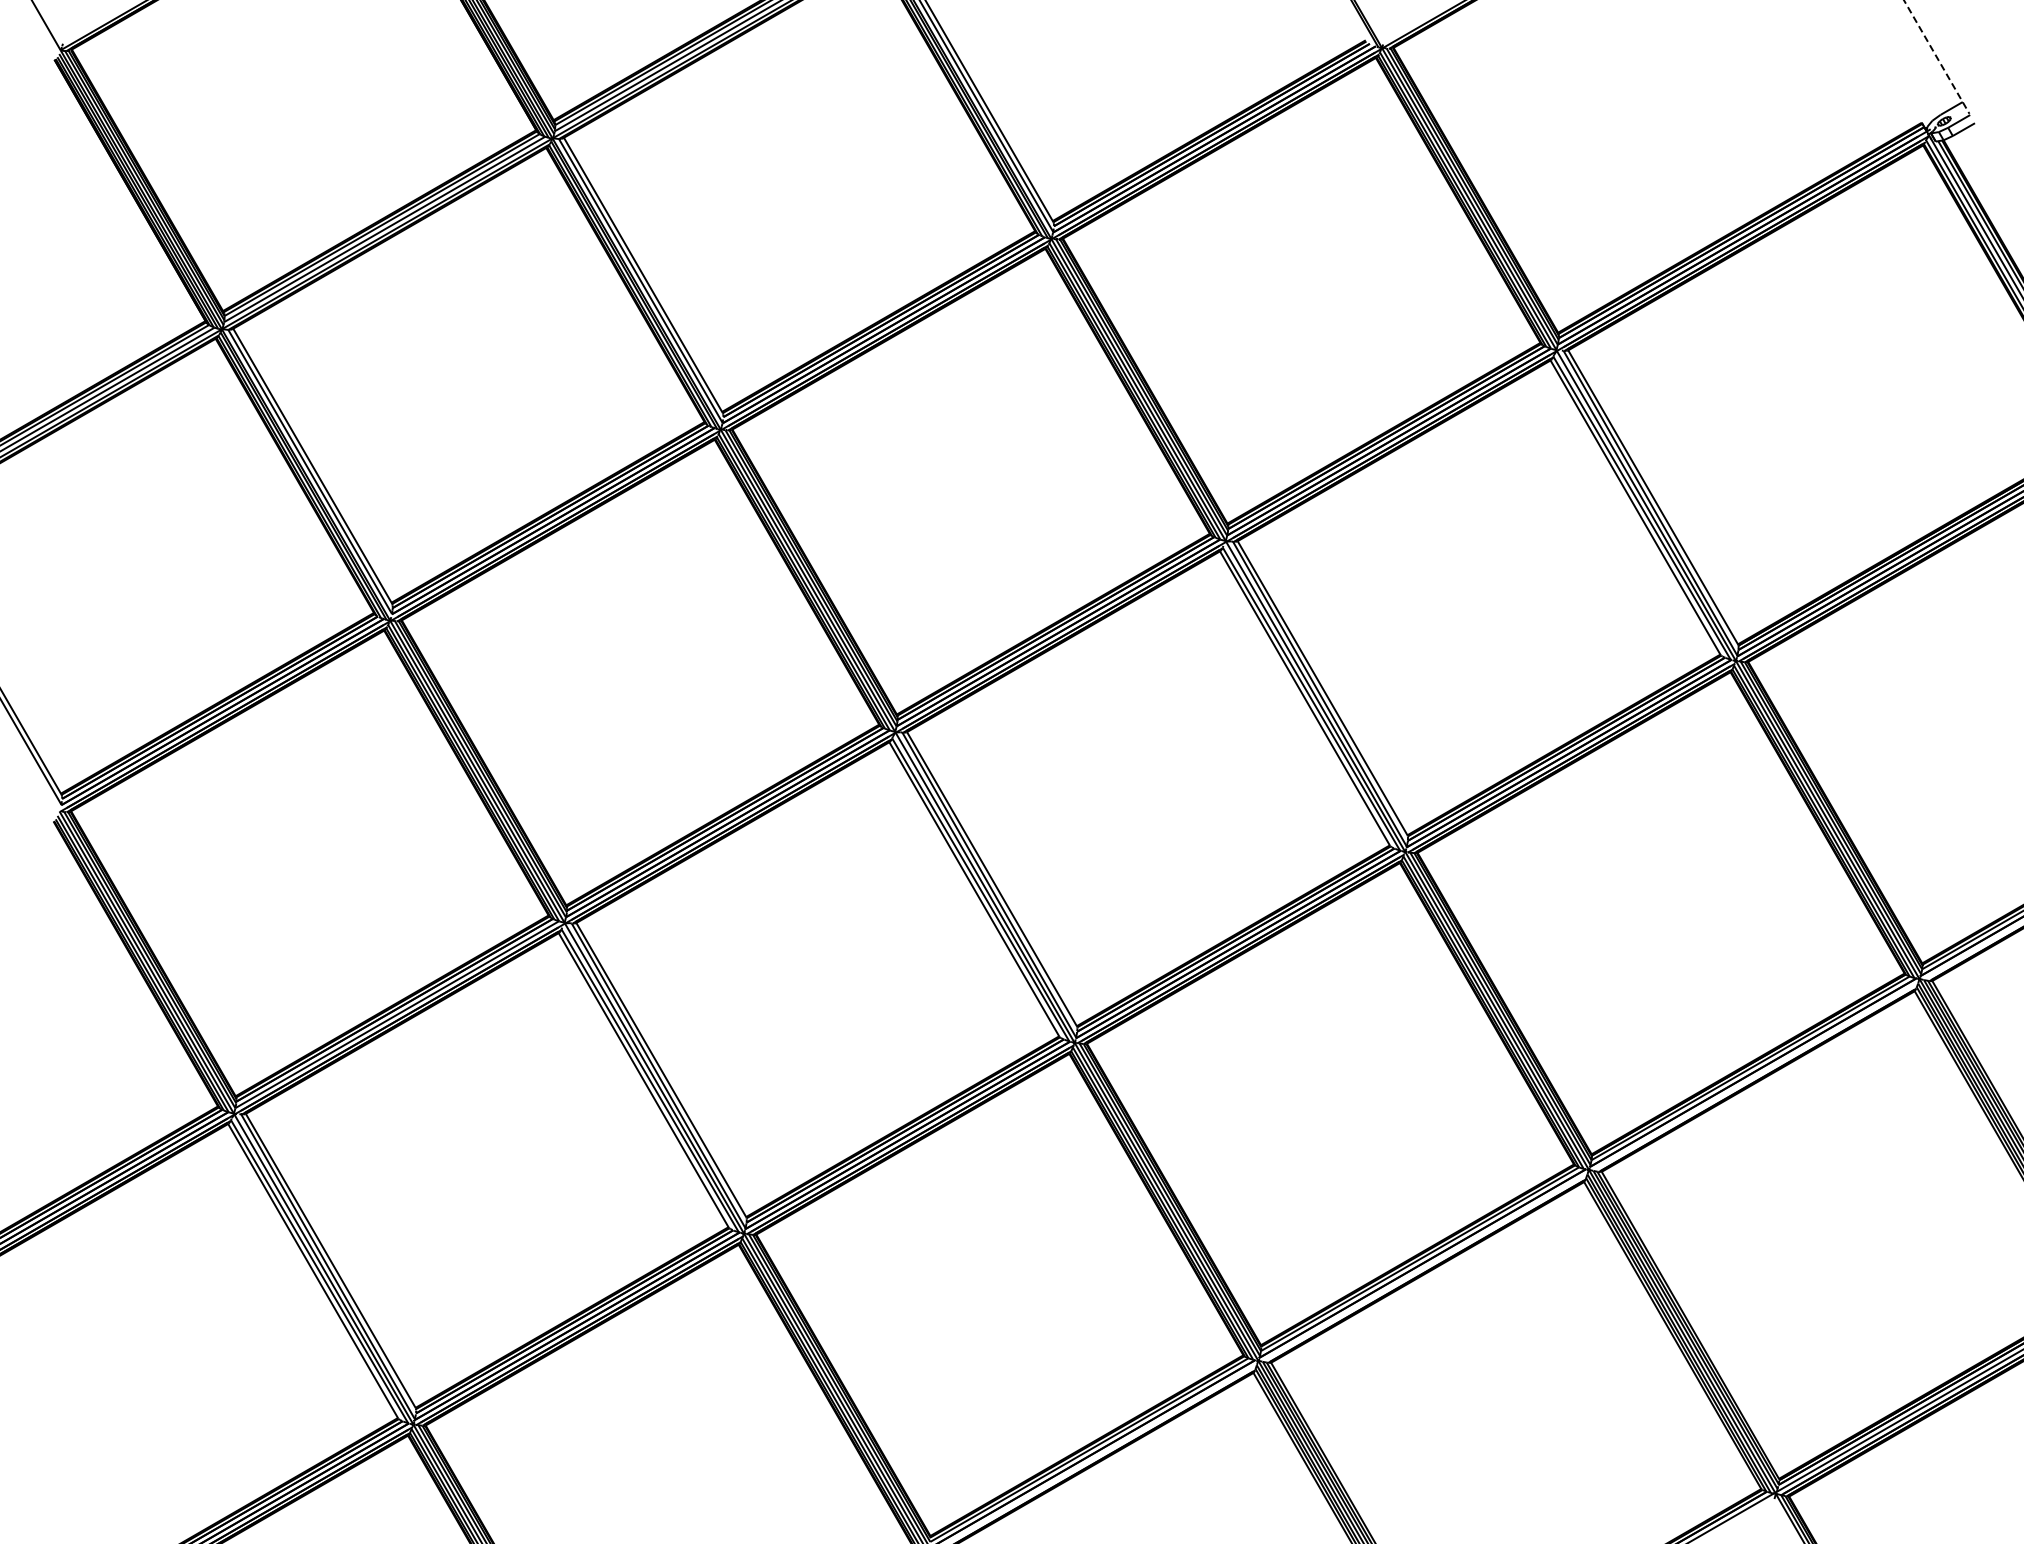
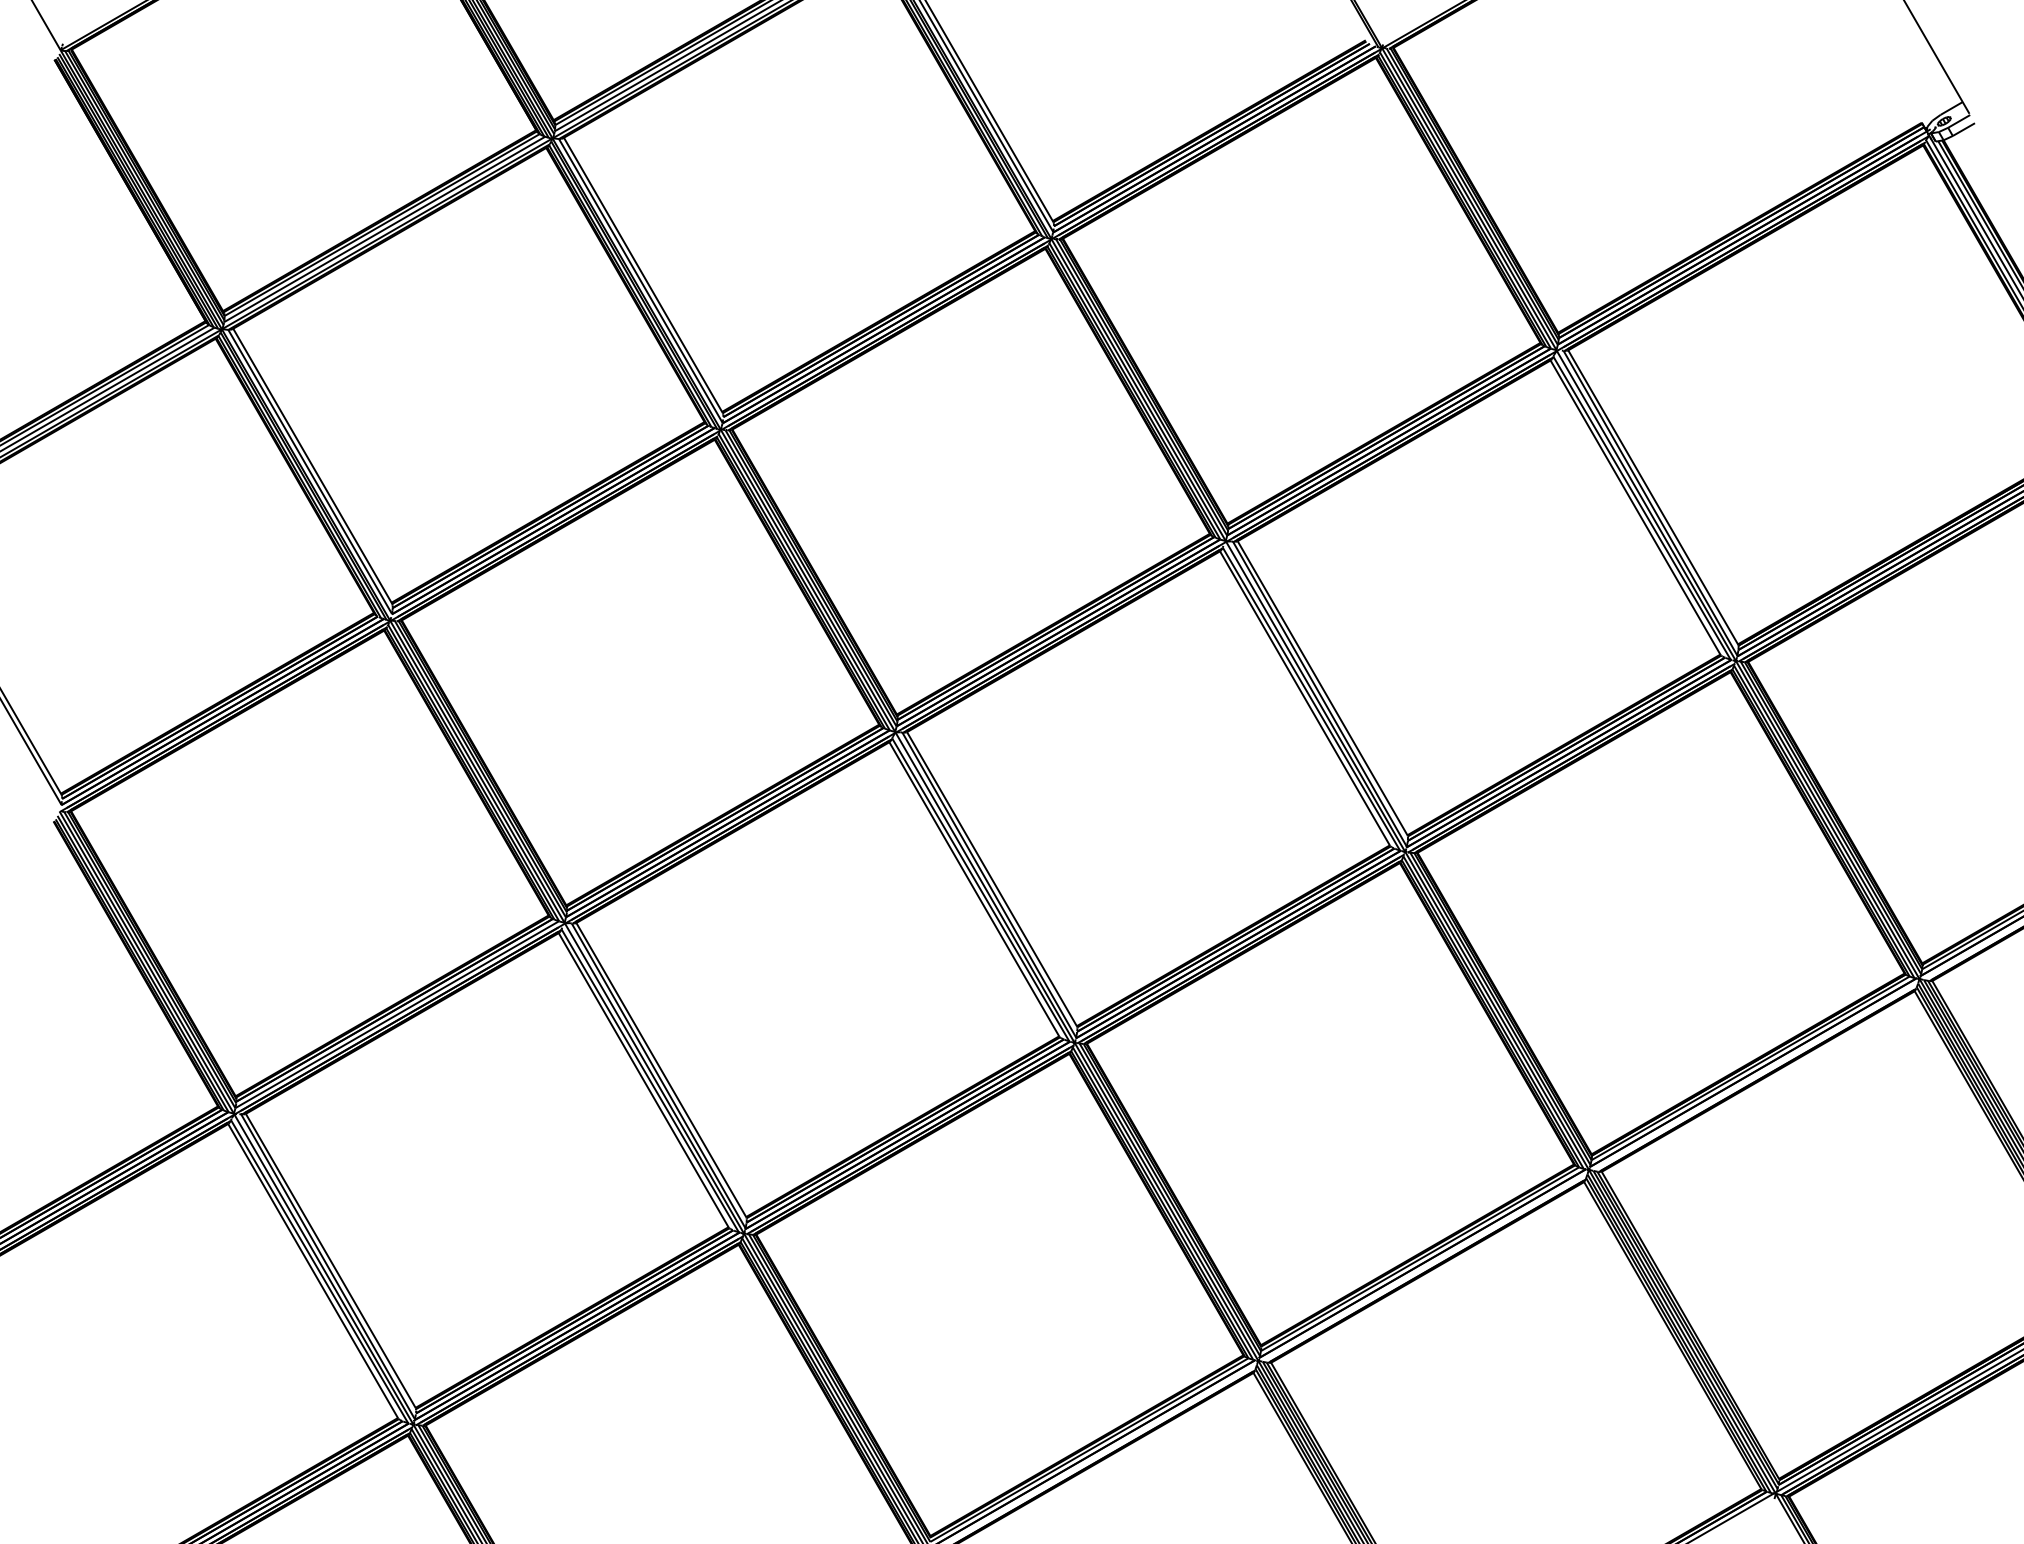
line at (1936, 56): dashed -> solid
